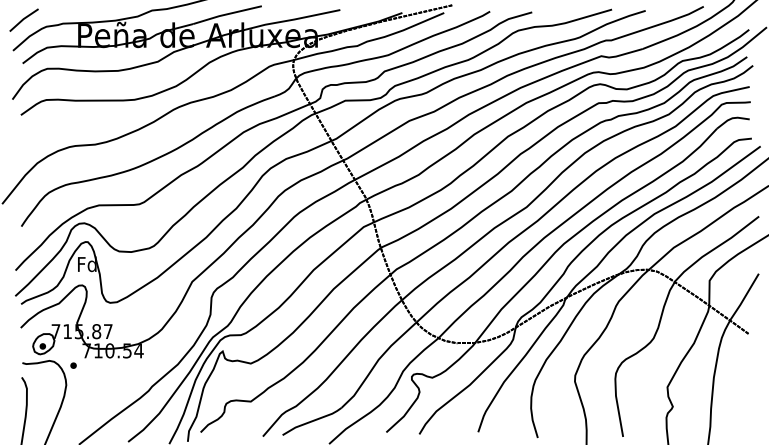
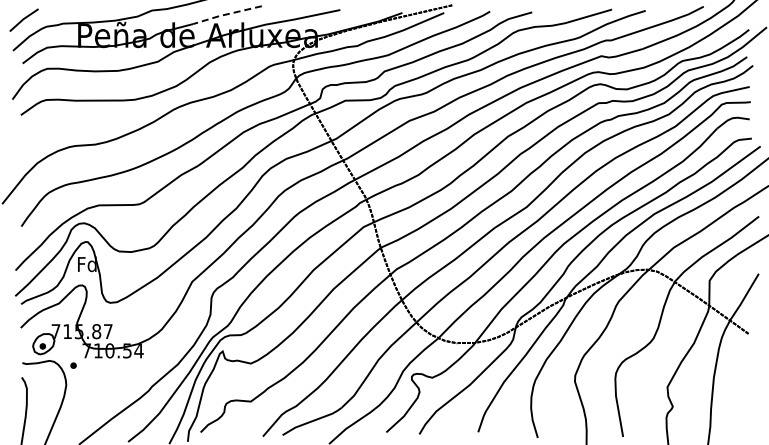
line at (226, 14): solid -> dashed
